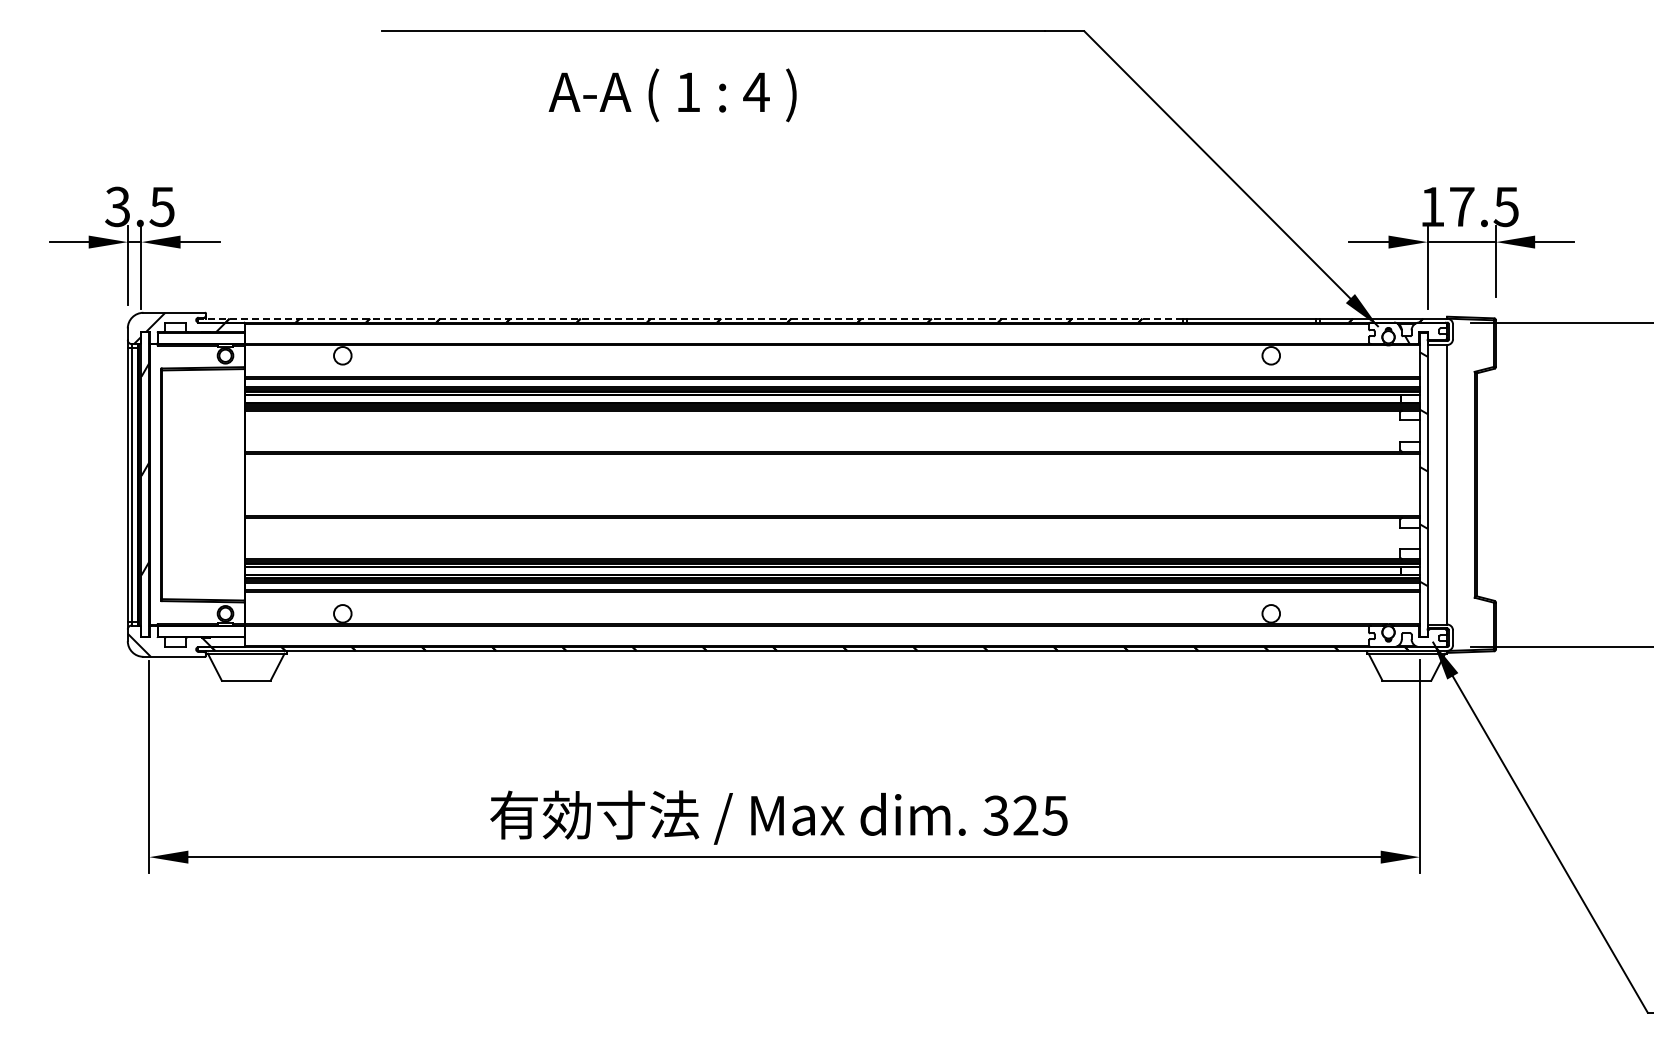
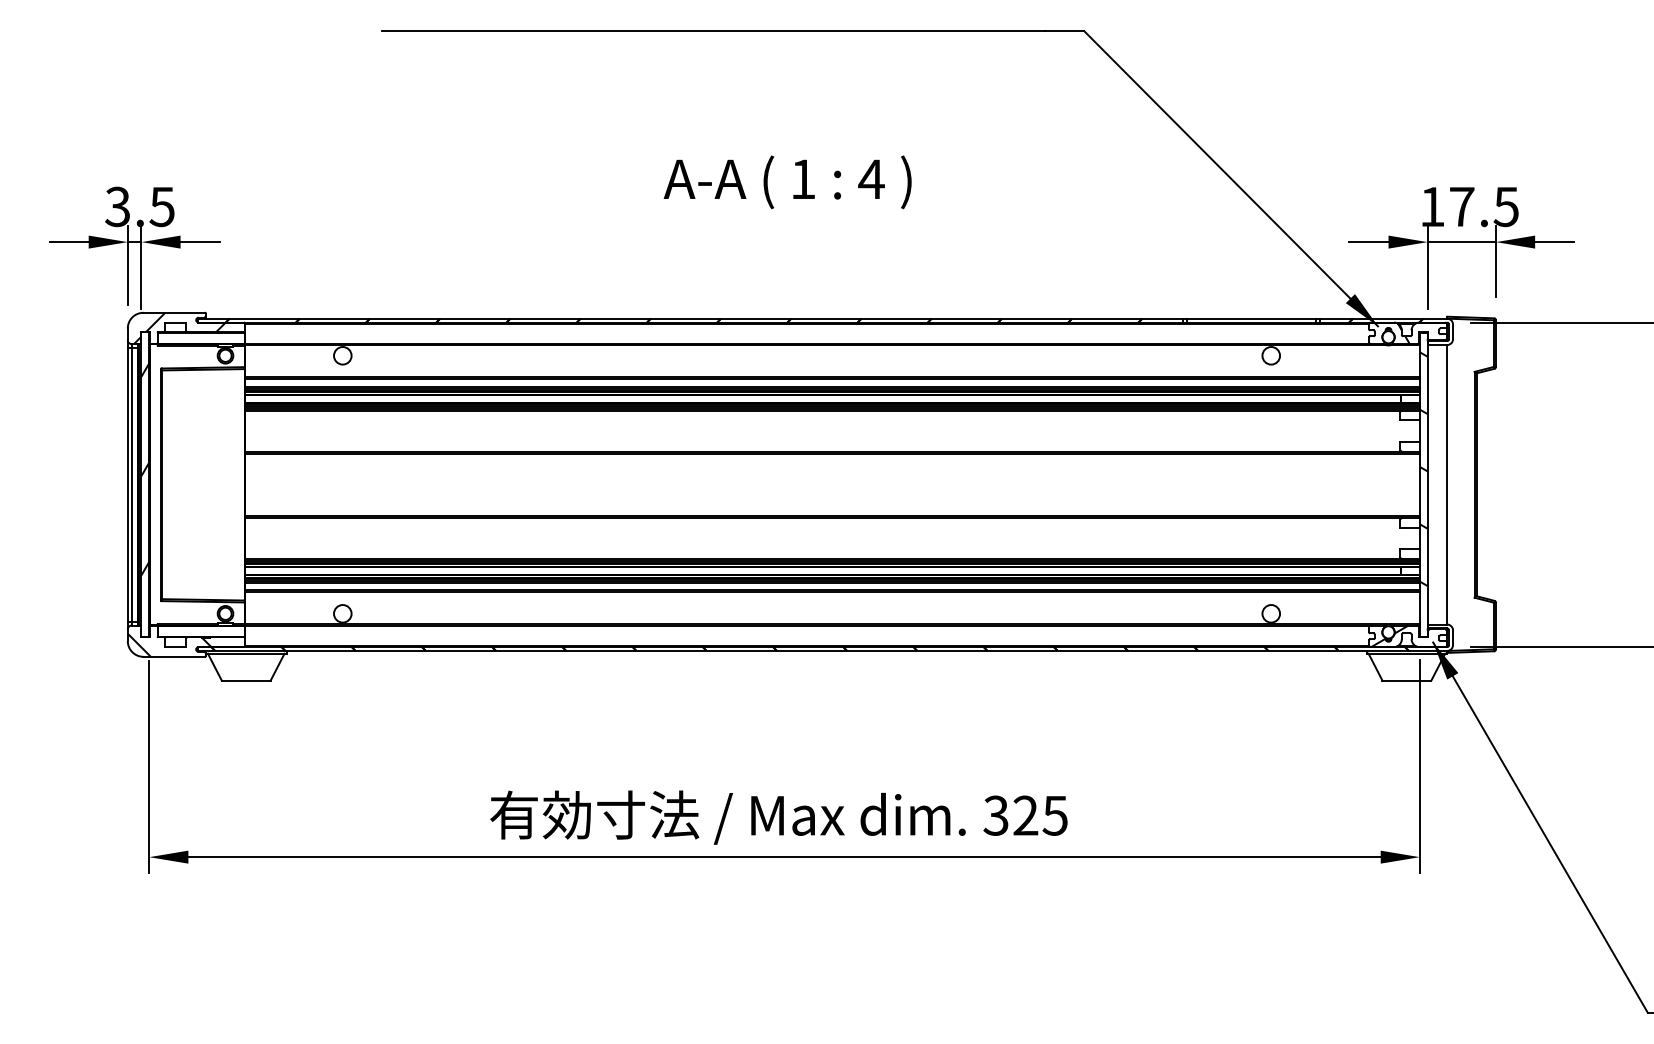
text at (672, 95) position: (672, 95) -> (787, 182)
line at (690, 318): dashed -> solid
hatch at (1389, 636): none -> present
